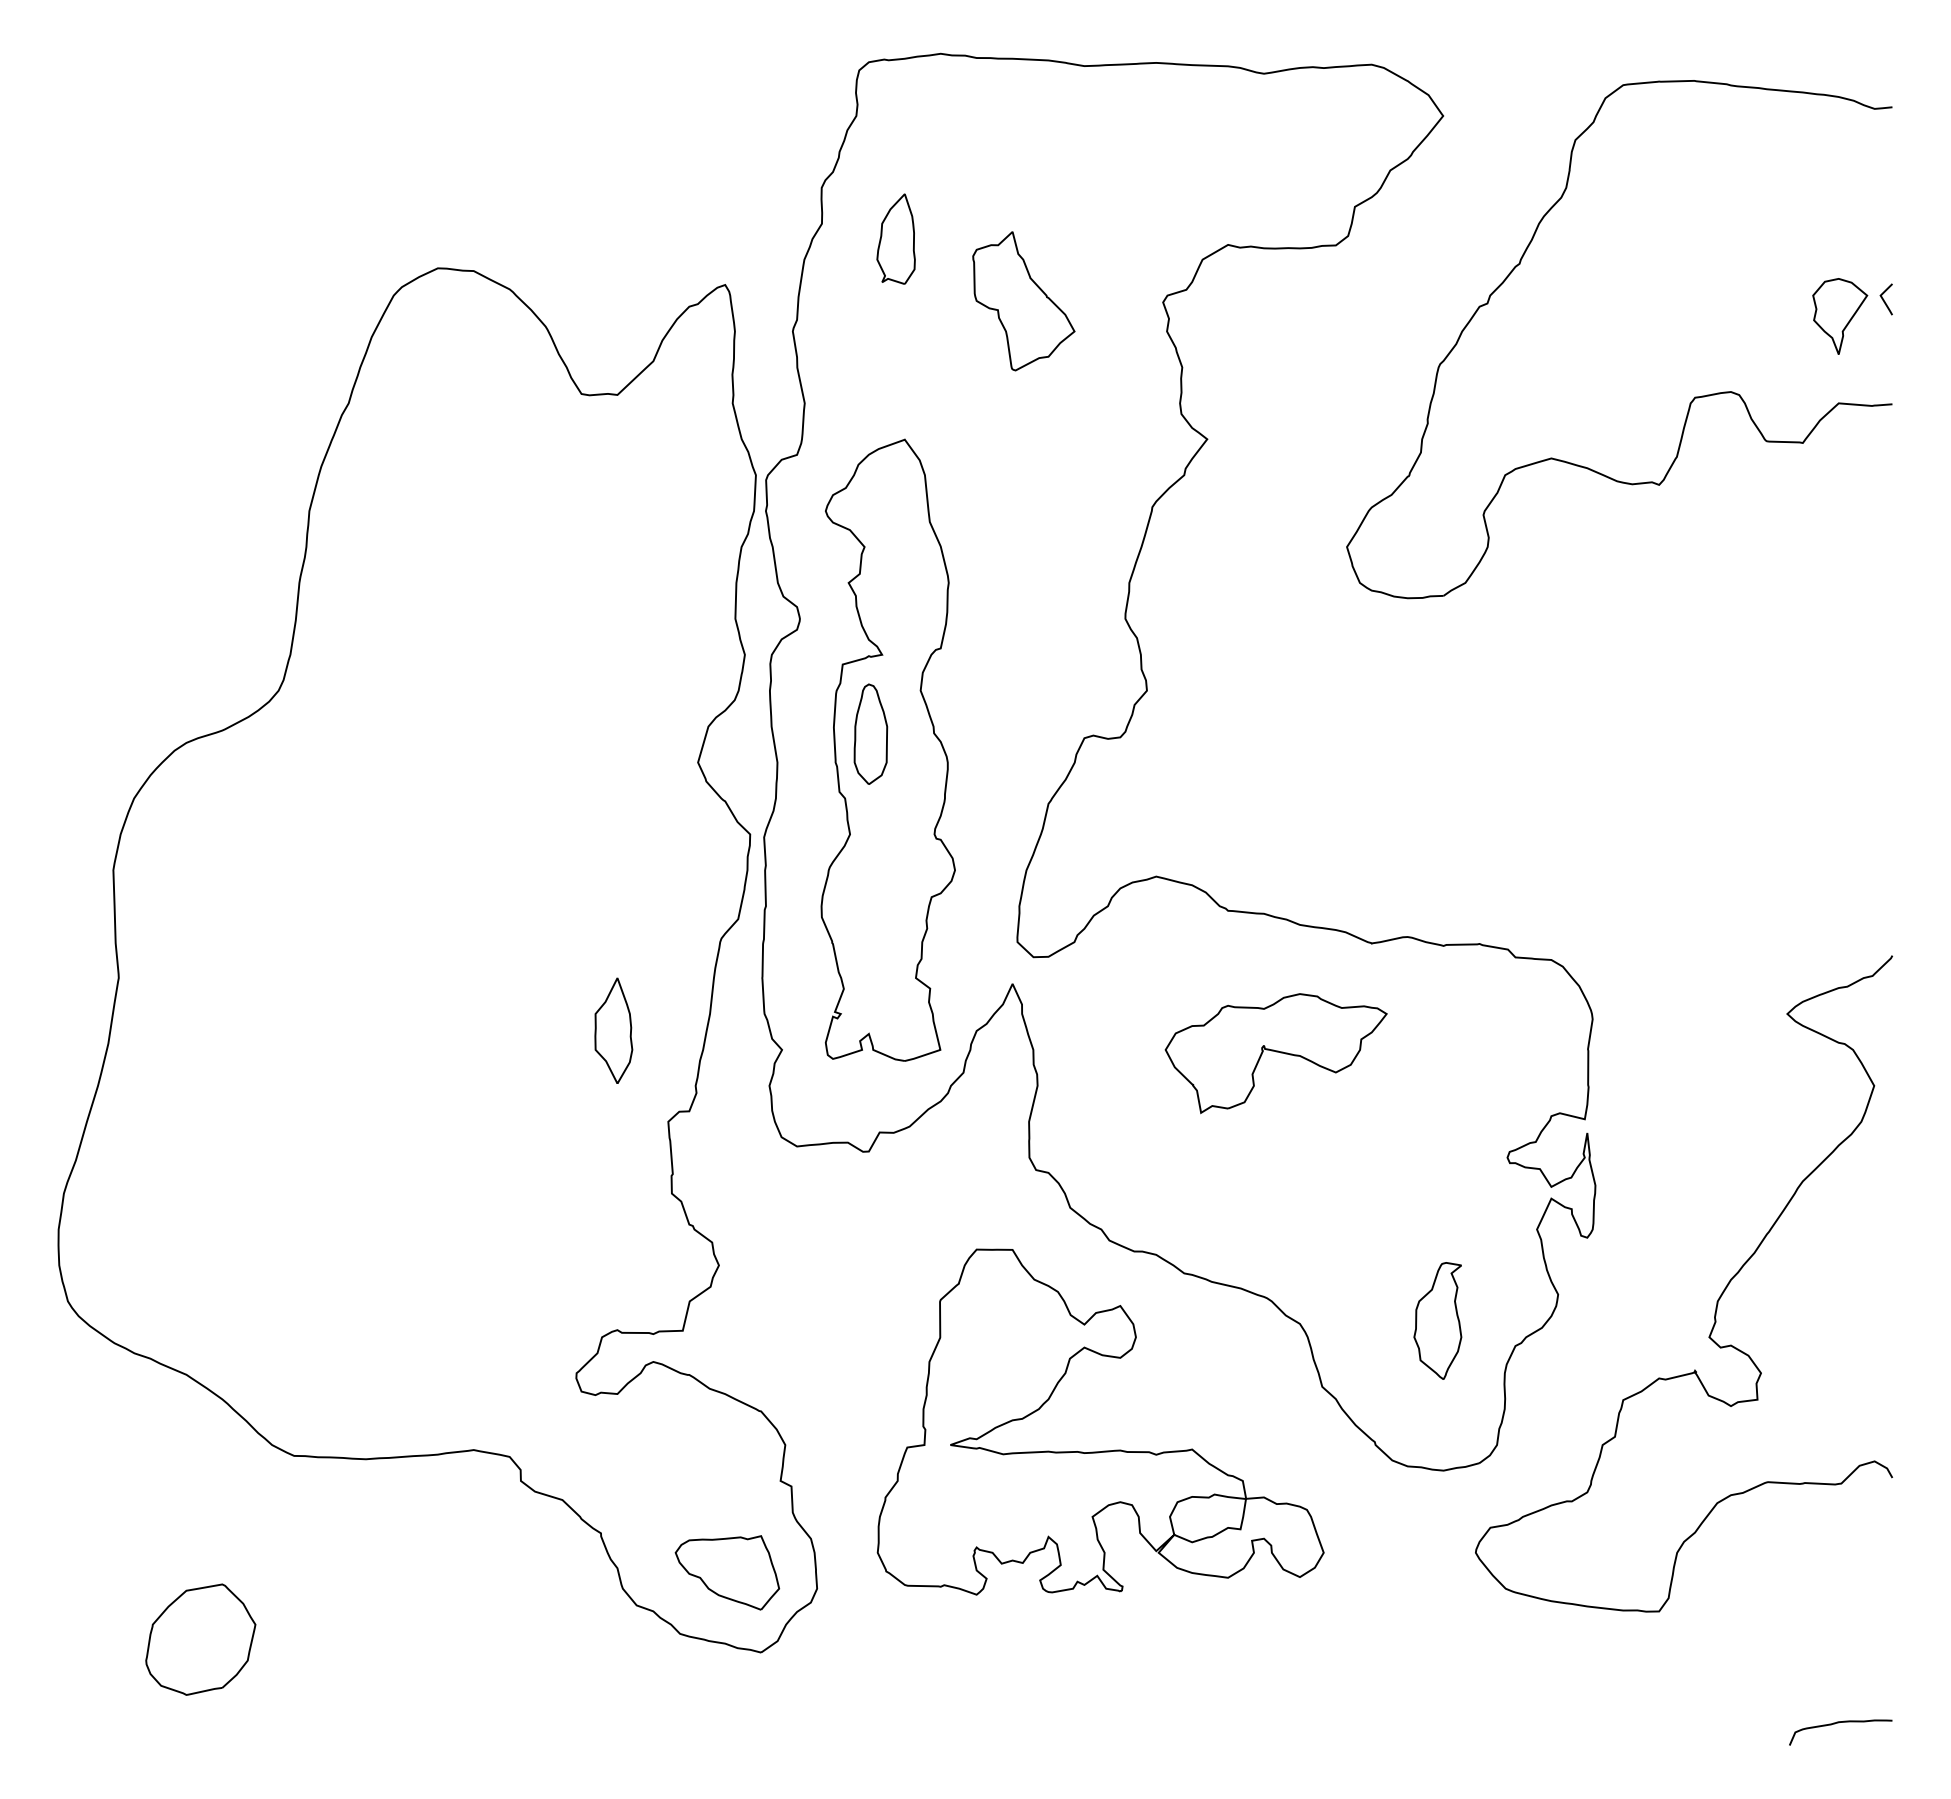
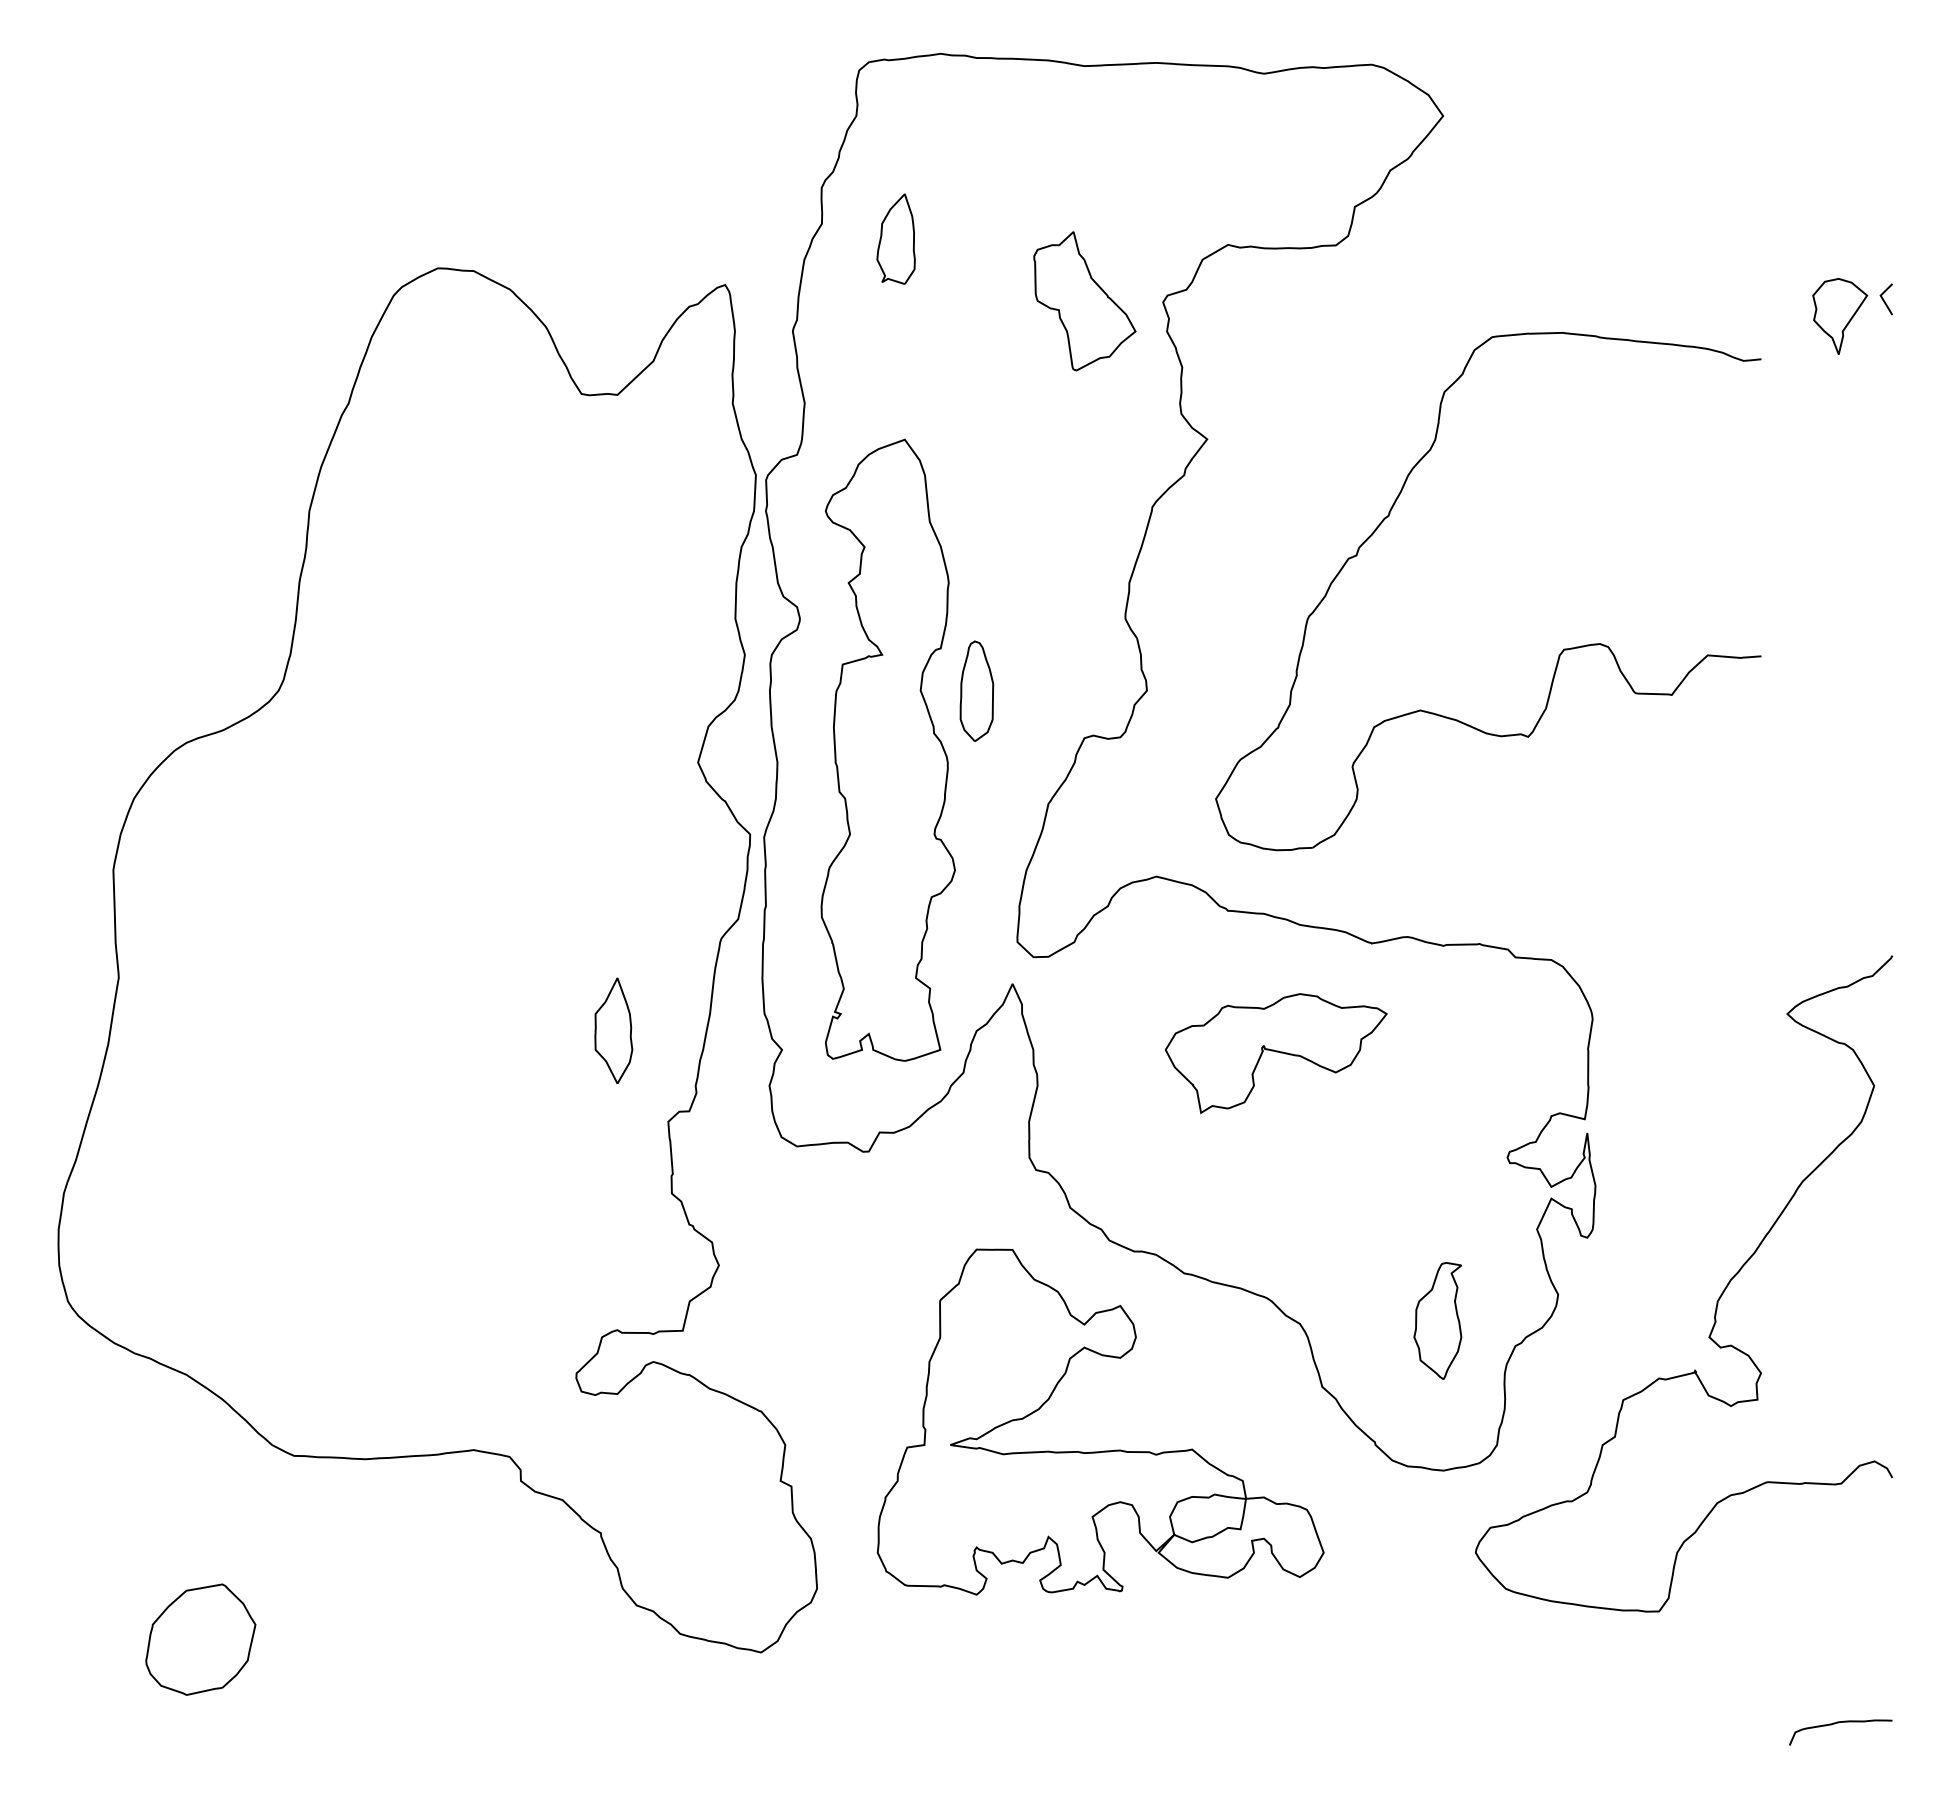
part at (1023, 301) position: (1023, 301) -> (1084, 301)
part at (1691, 400) position: (1691, 400) -> (1560, 652)
part at (870, 733) position: (870, 733) -> (976, 690)
part at (727, 1572): present -> none
